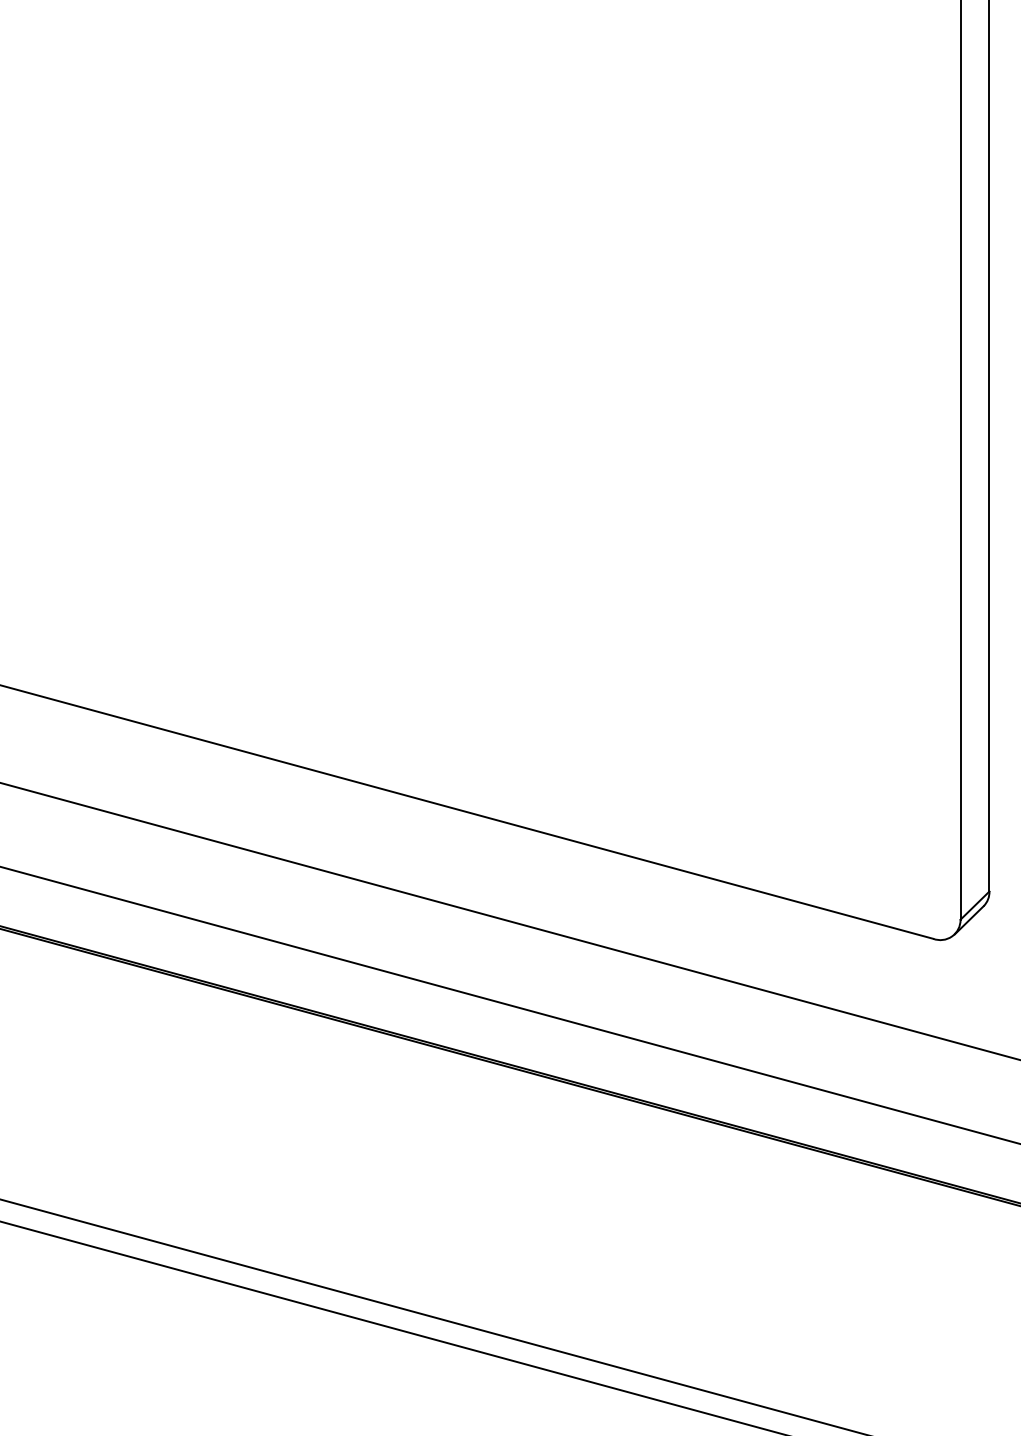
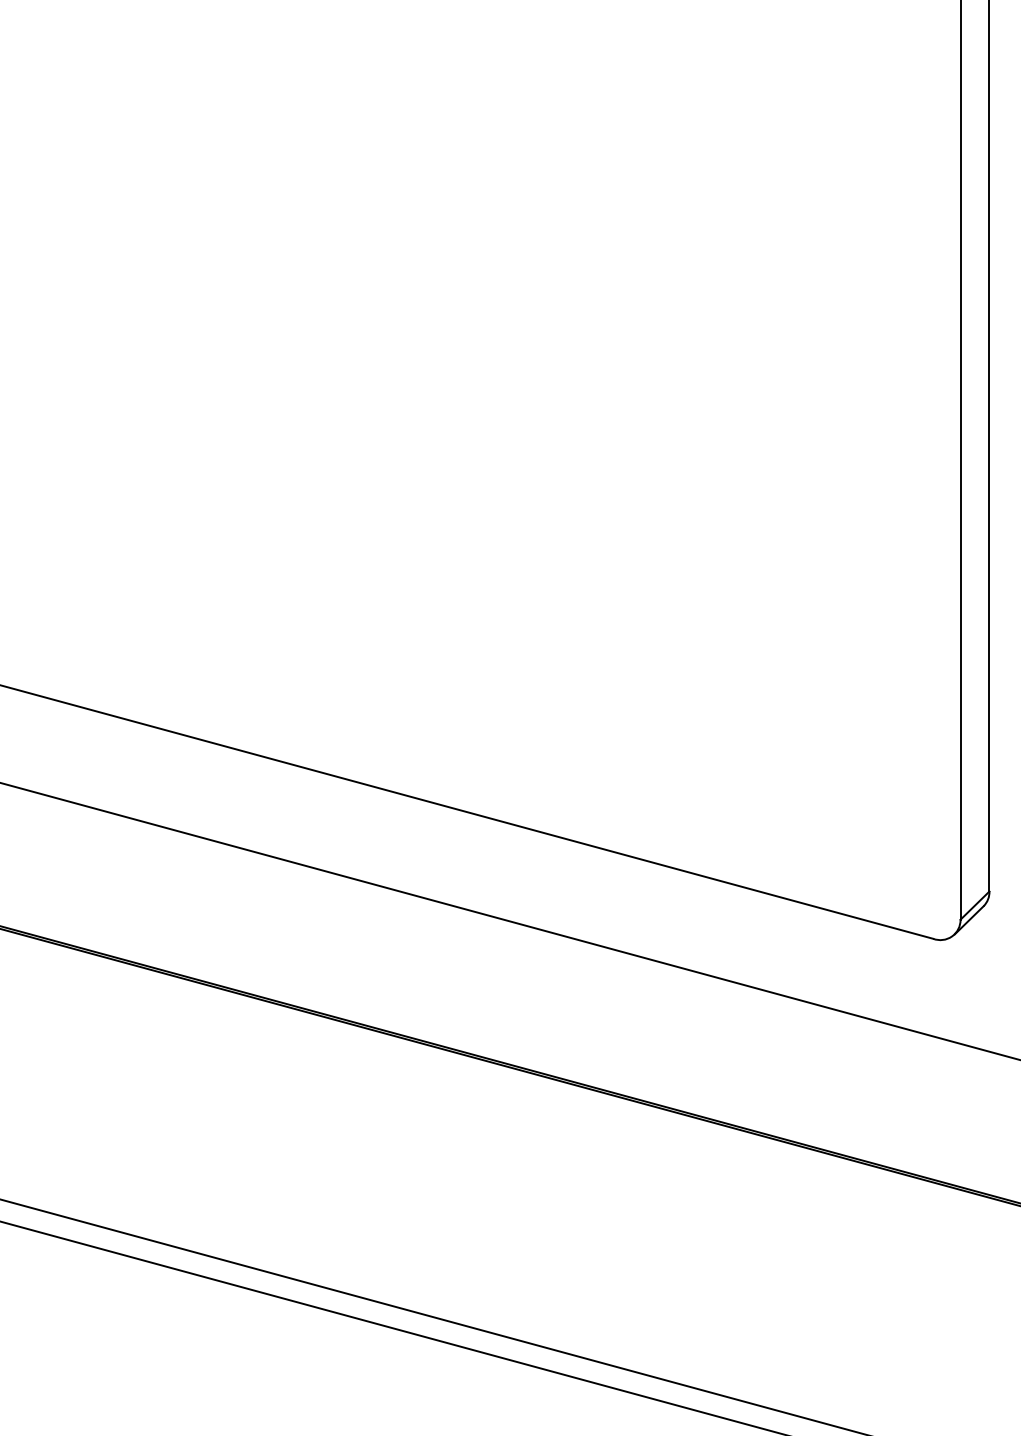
line at (509, 1005): present -> none
